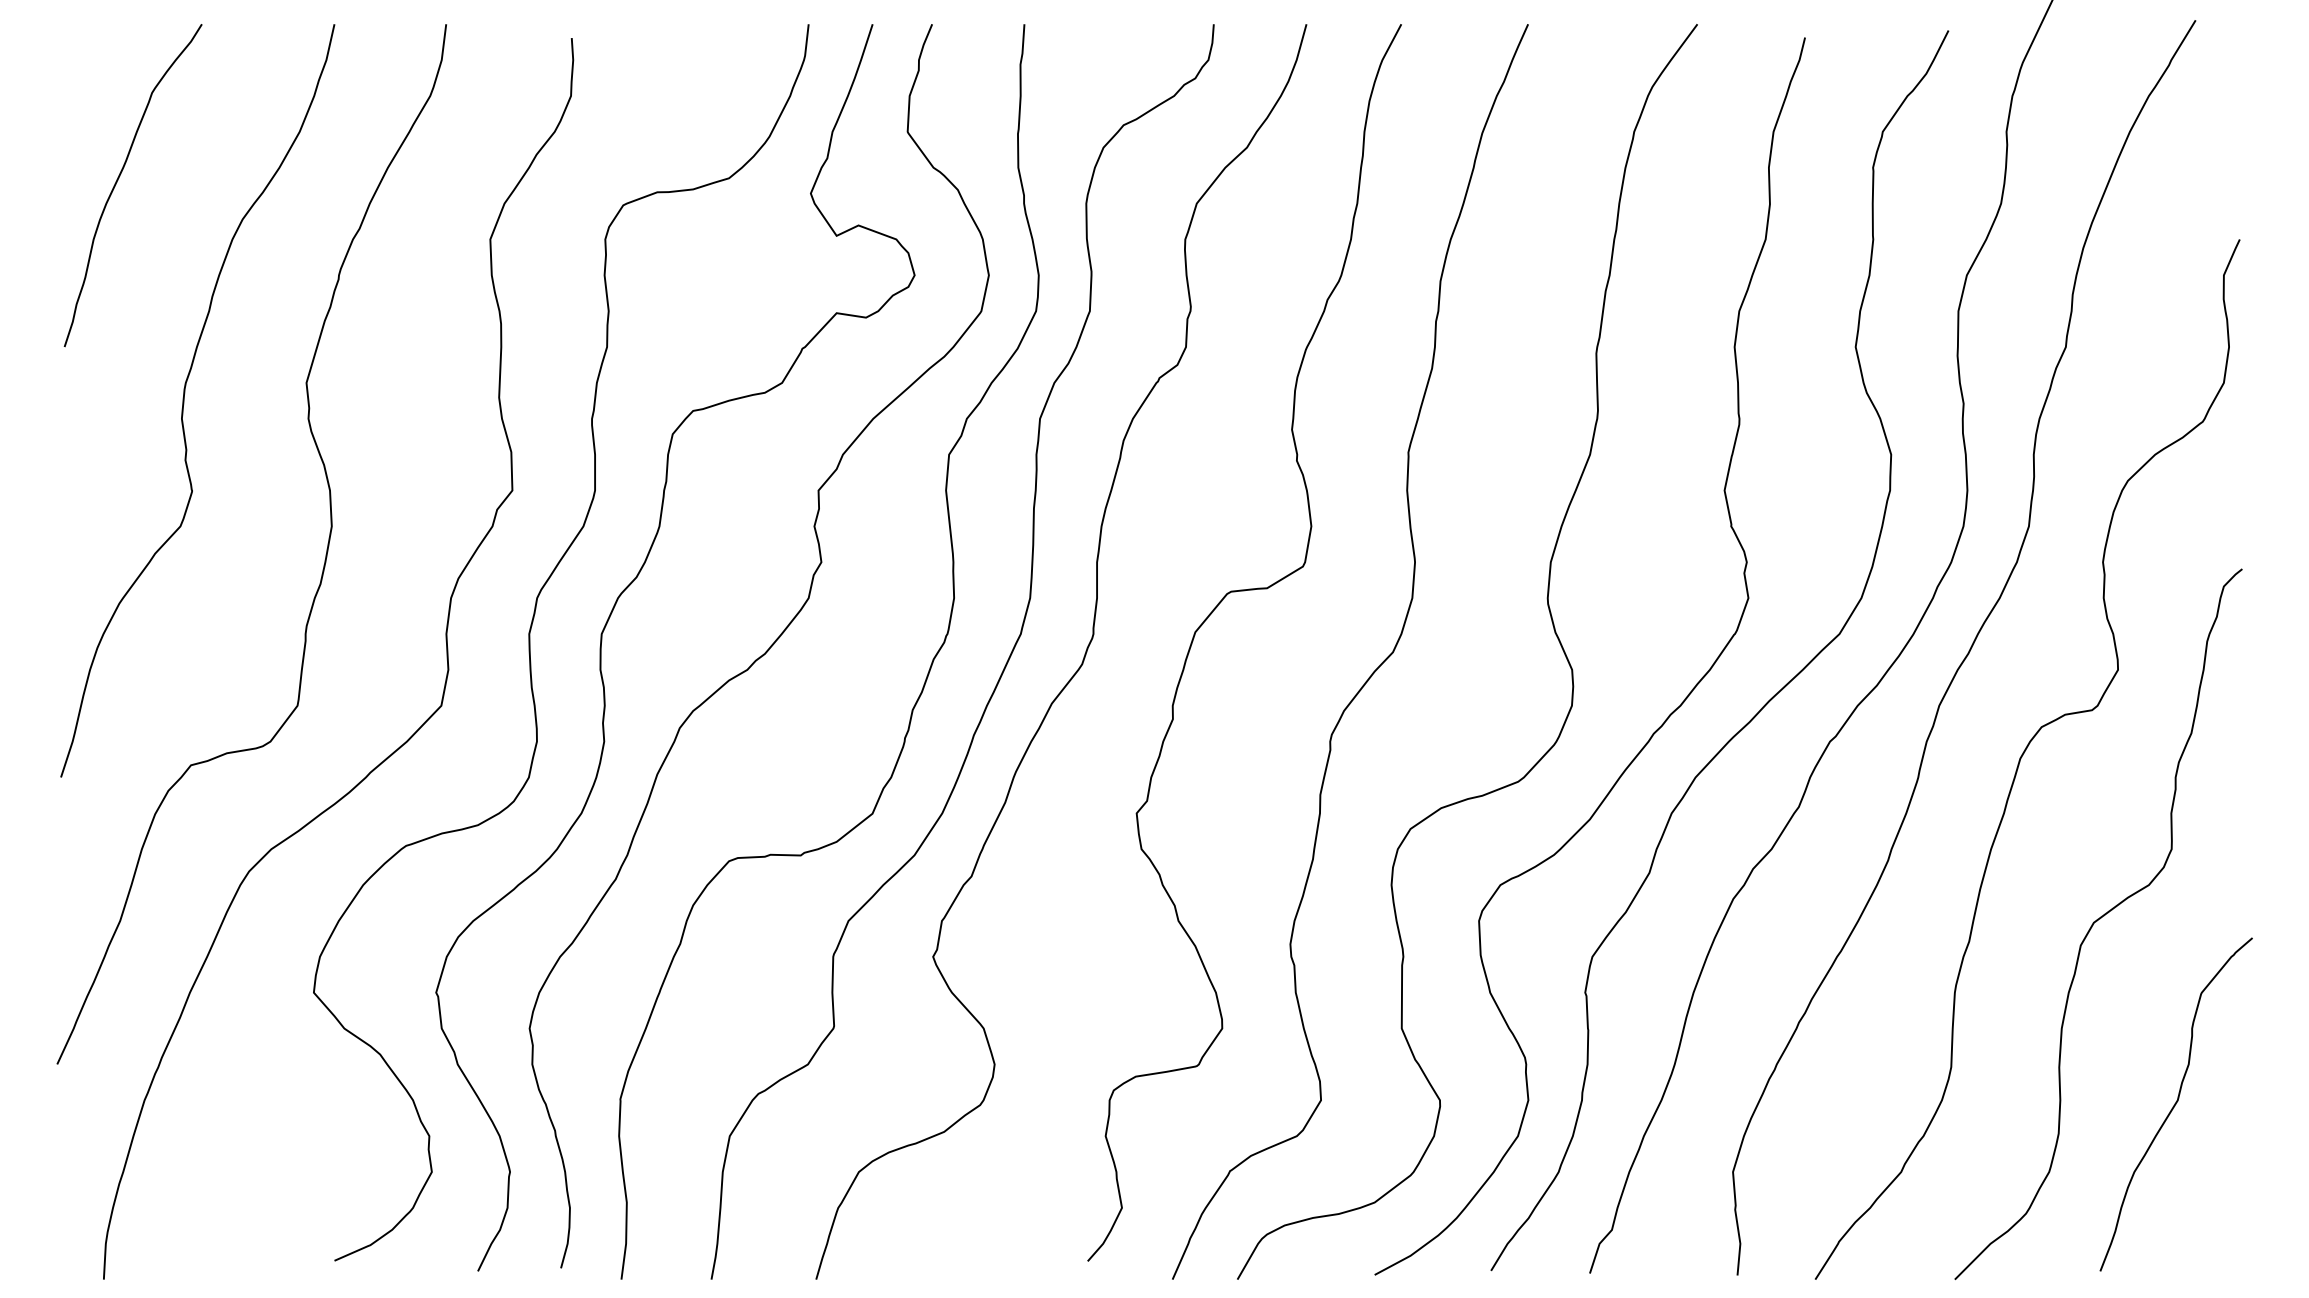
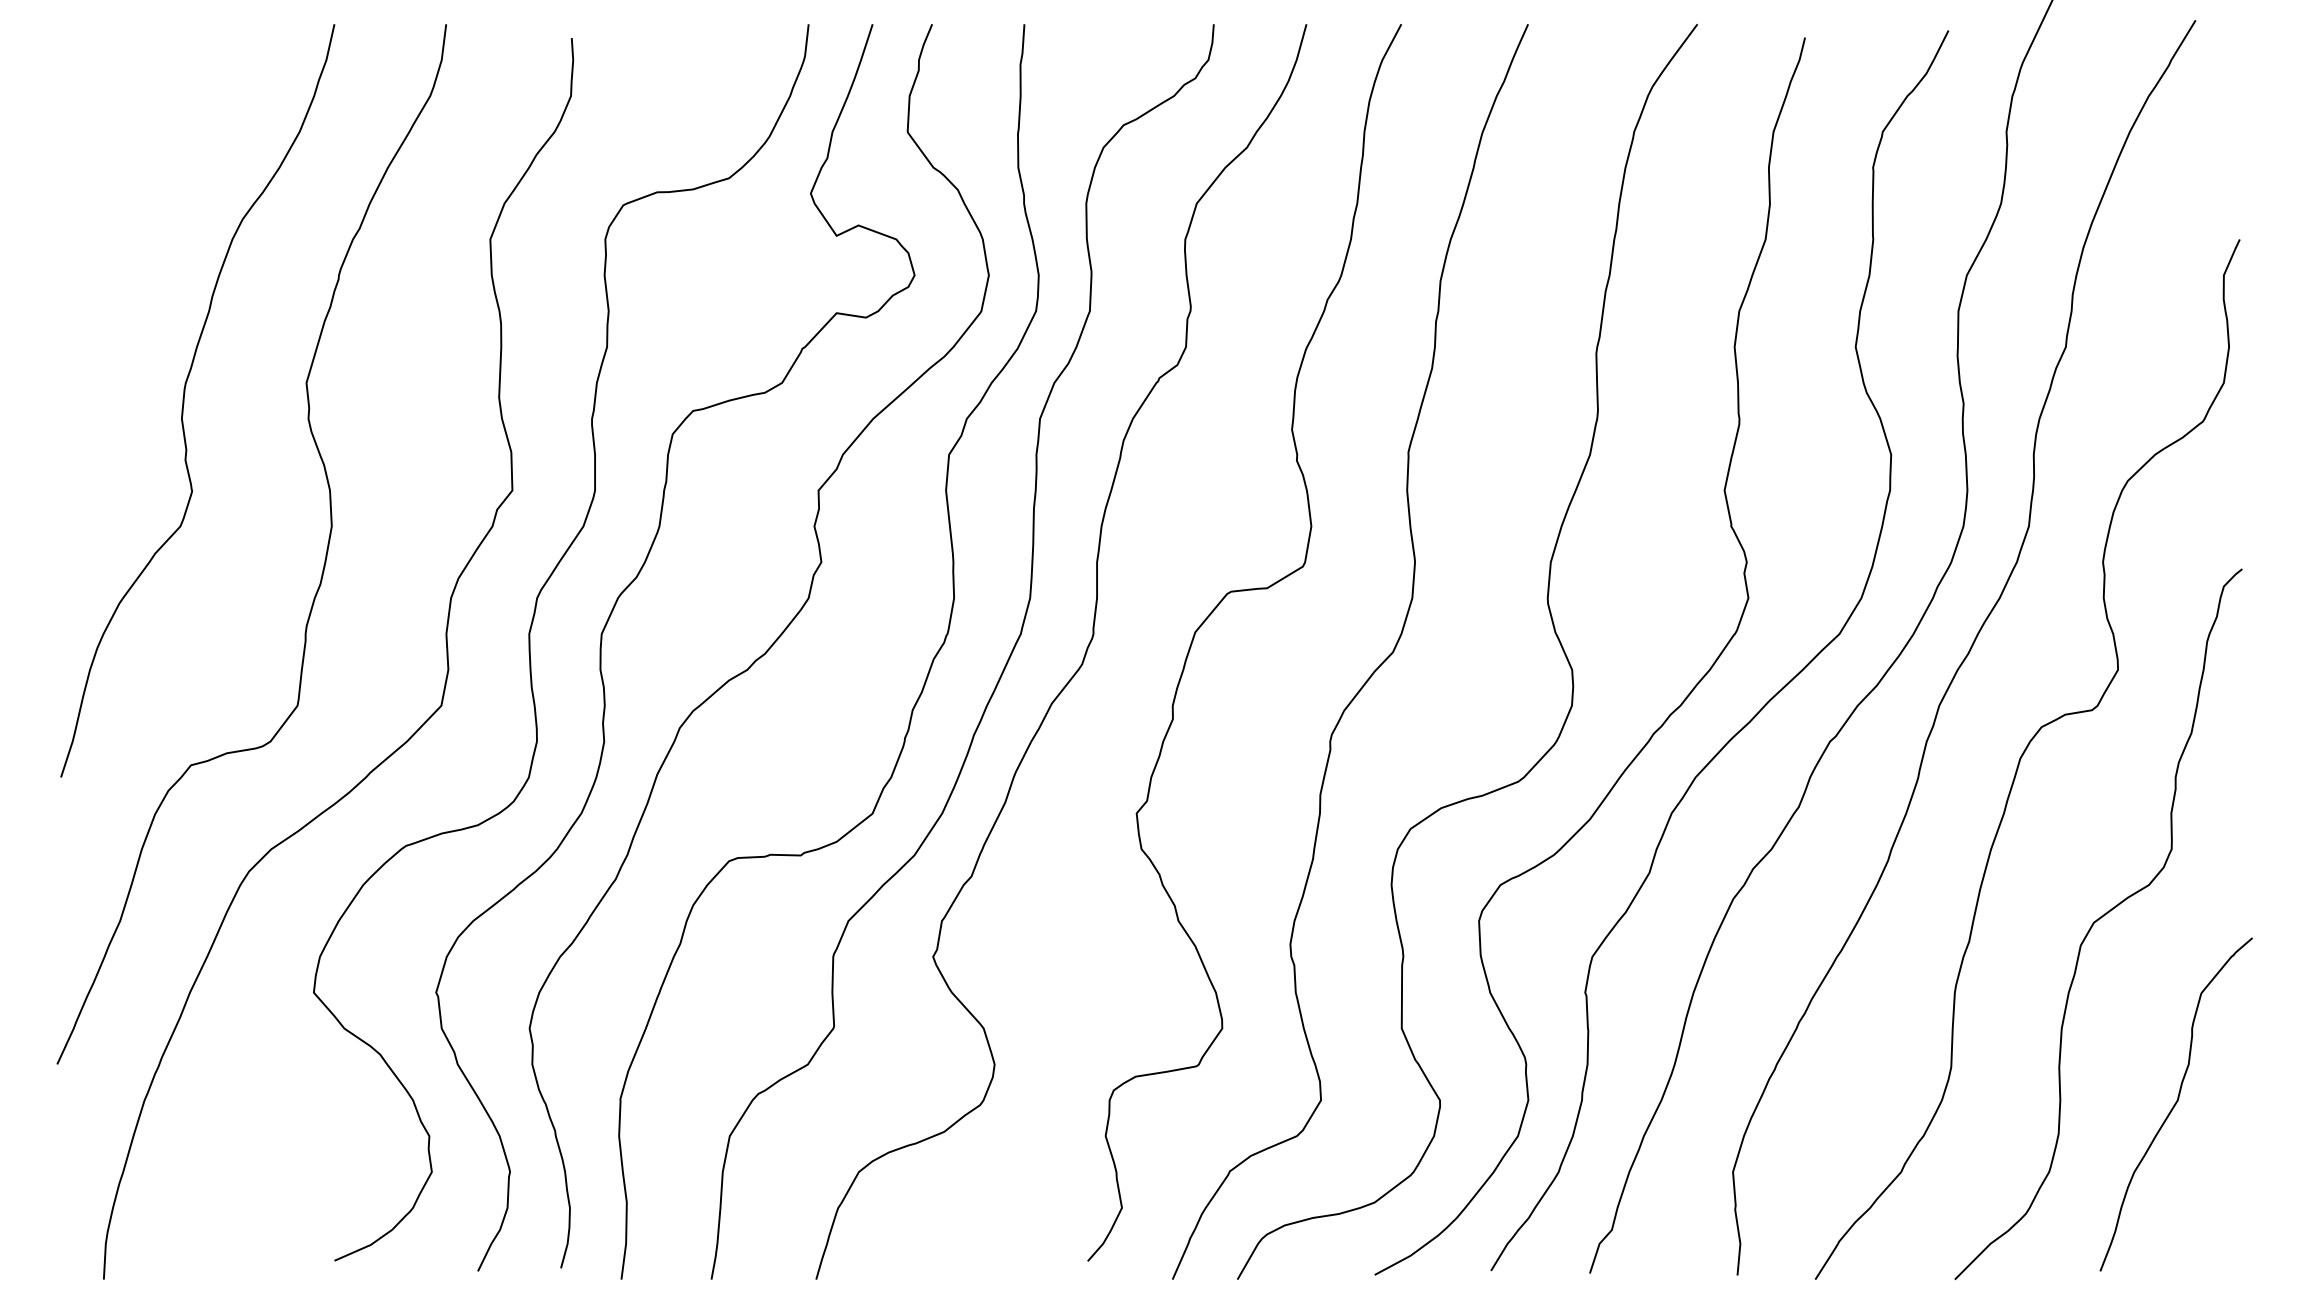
curve at (119, 178): present -> none
